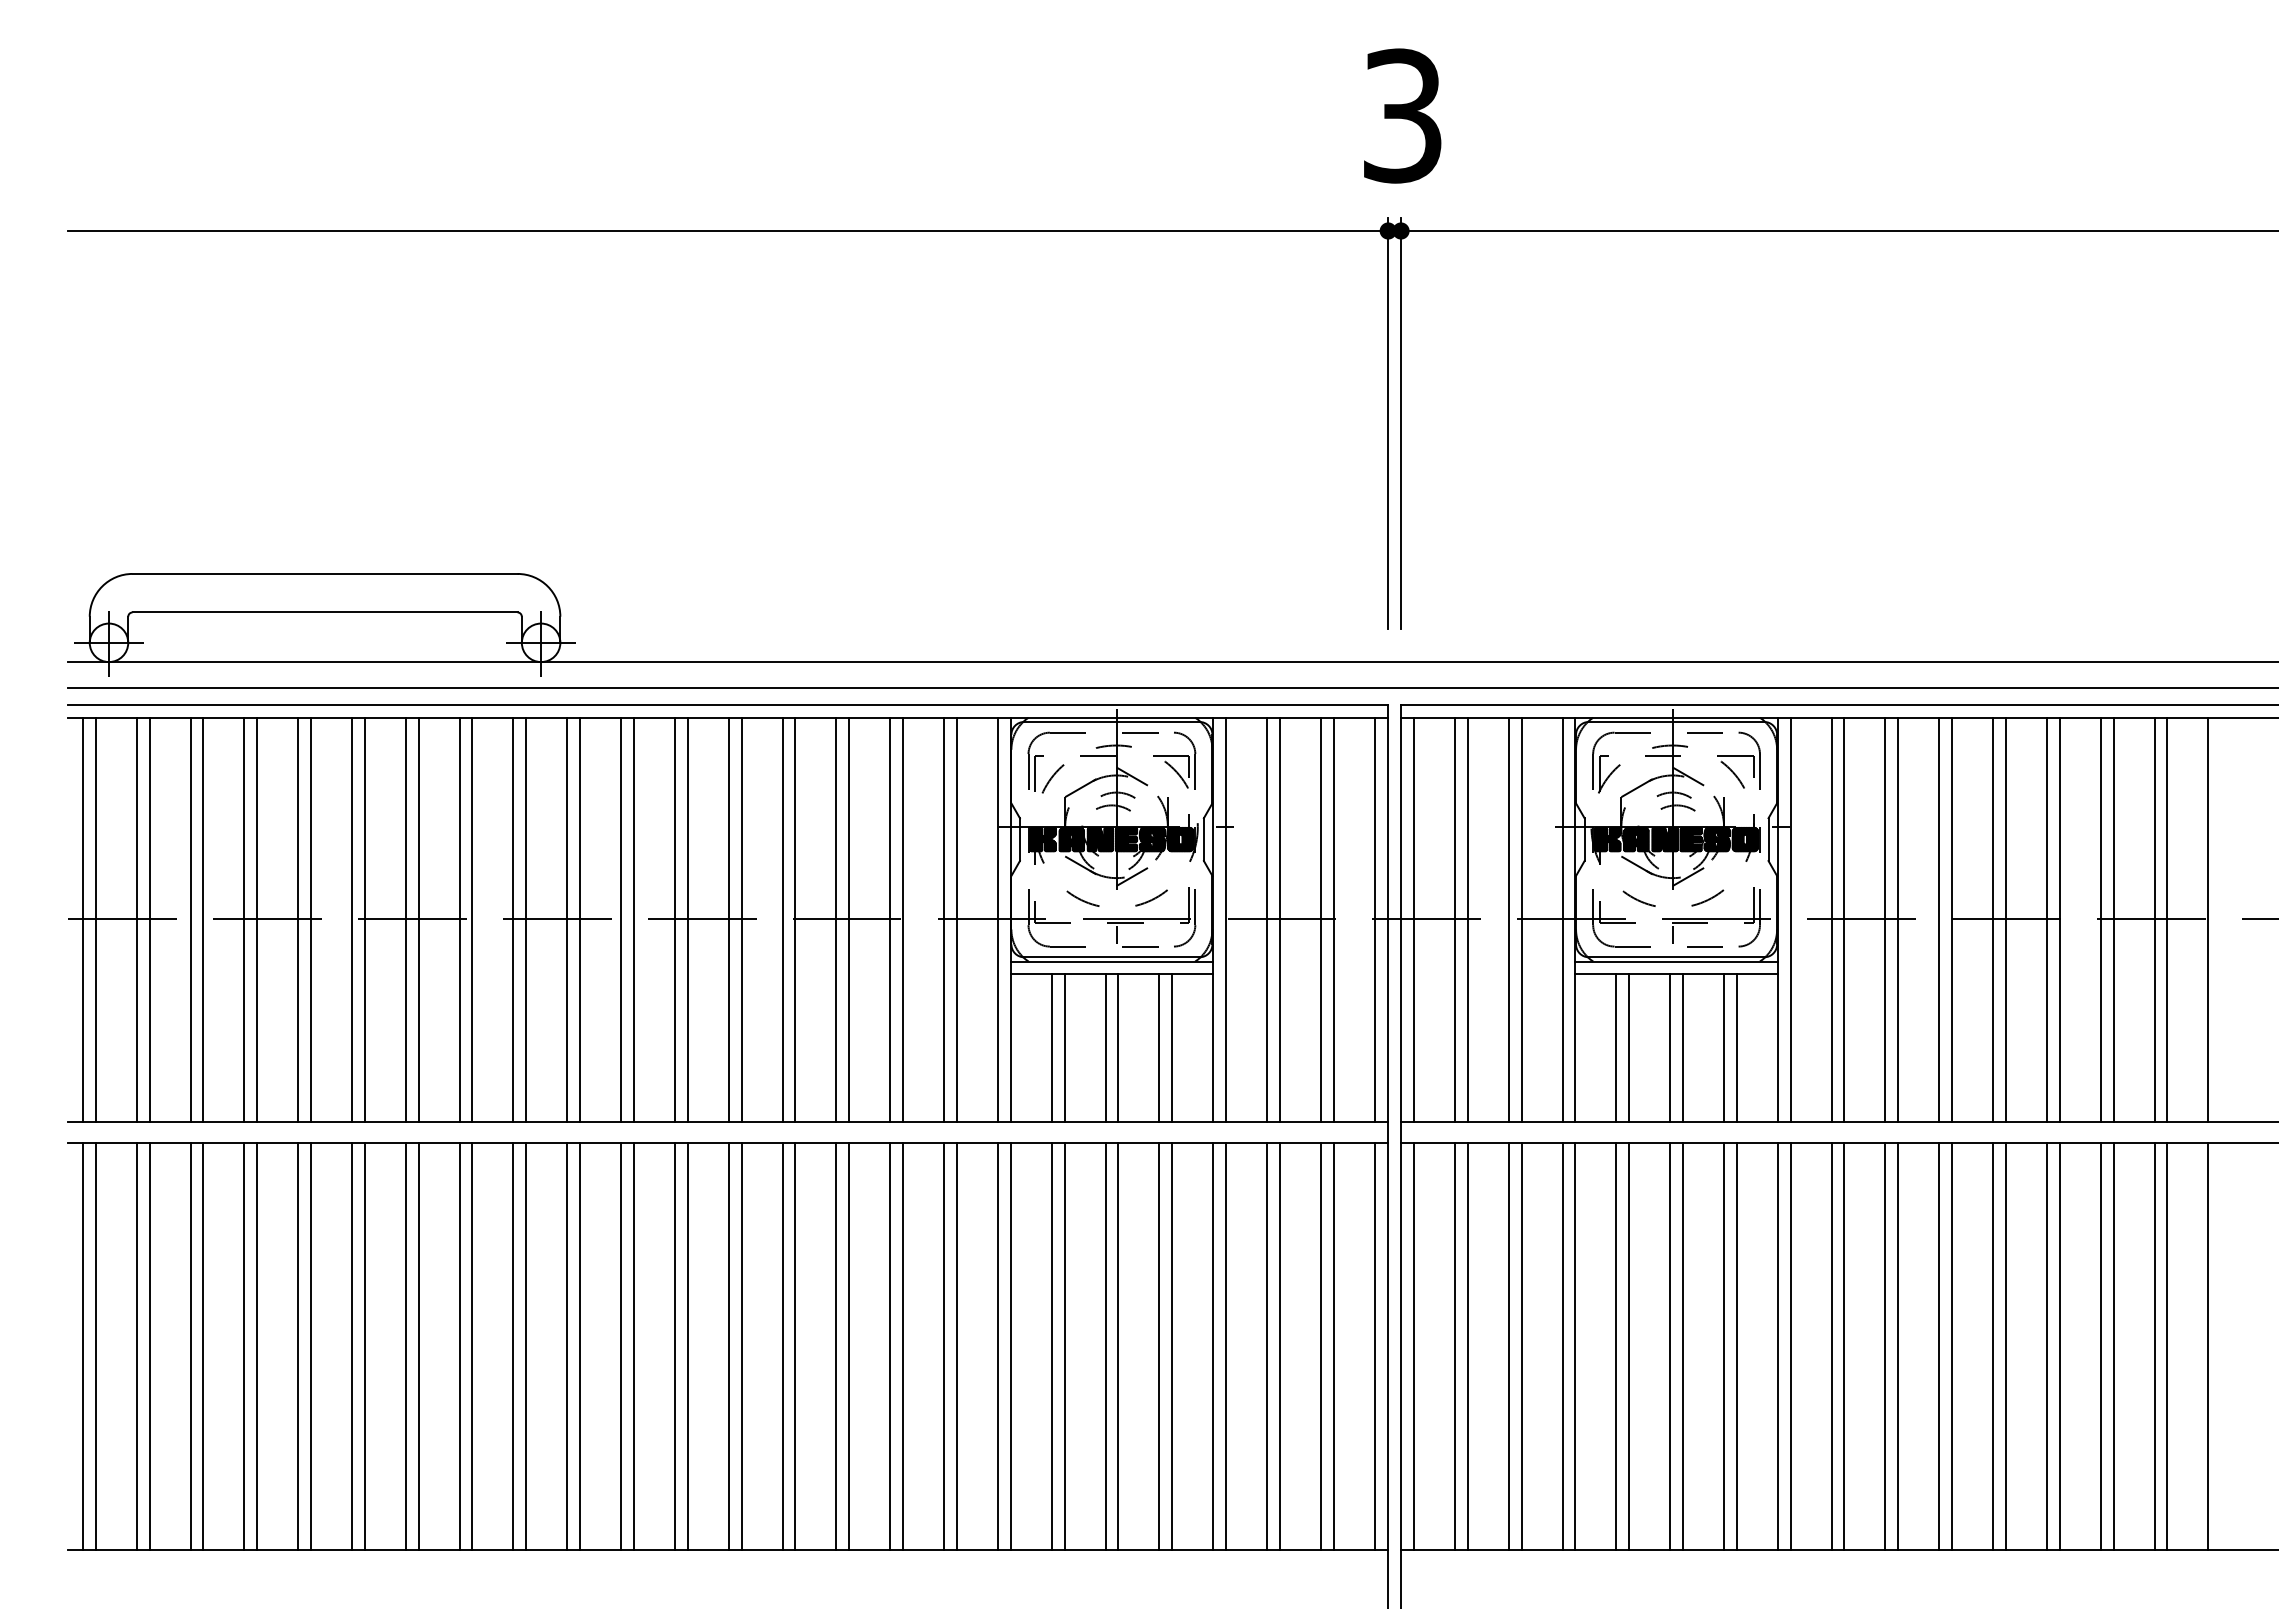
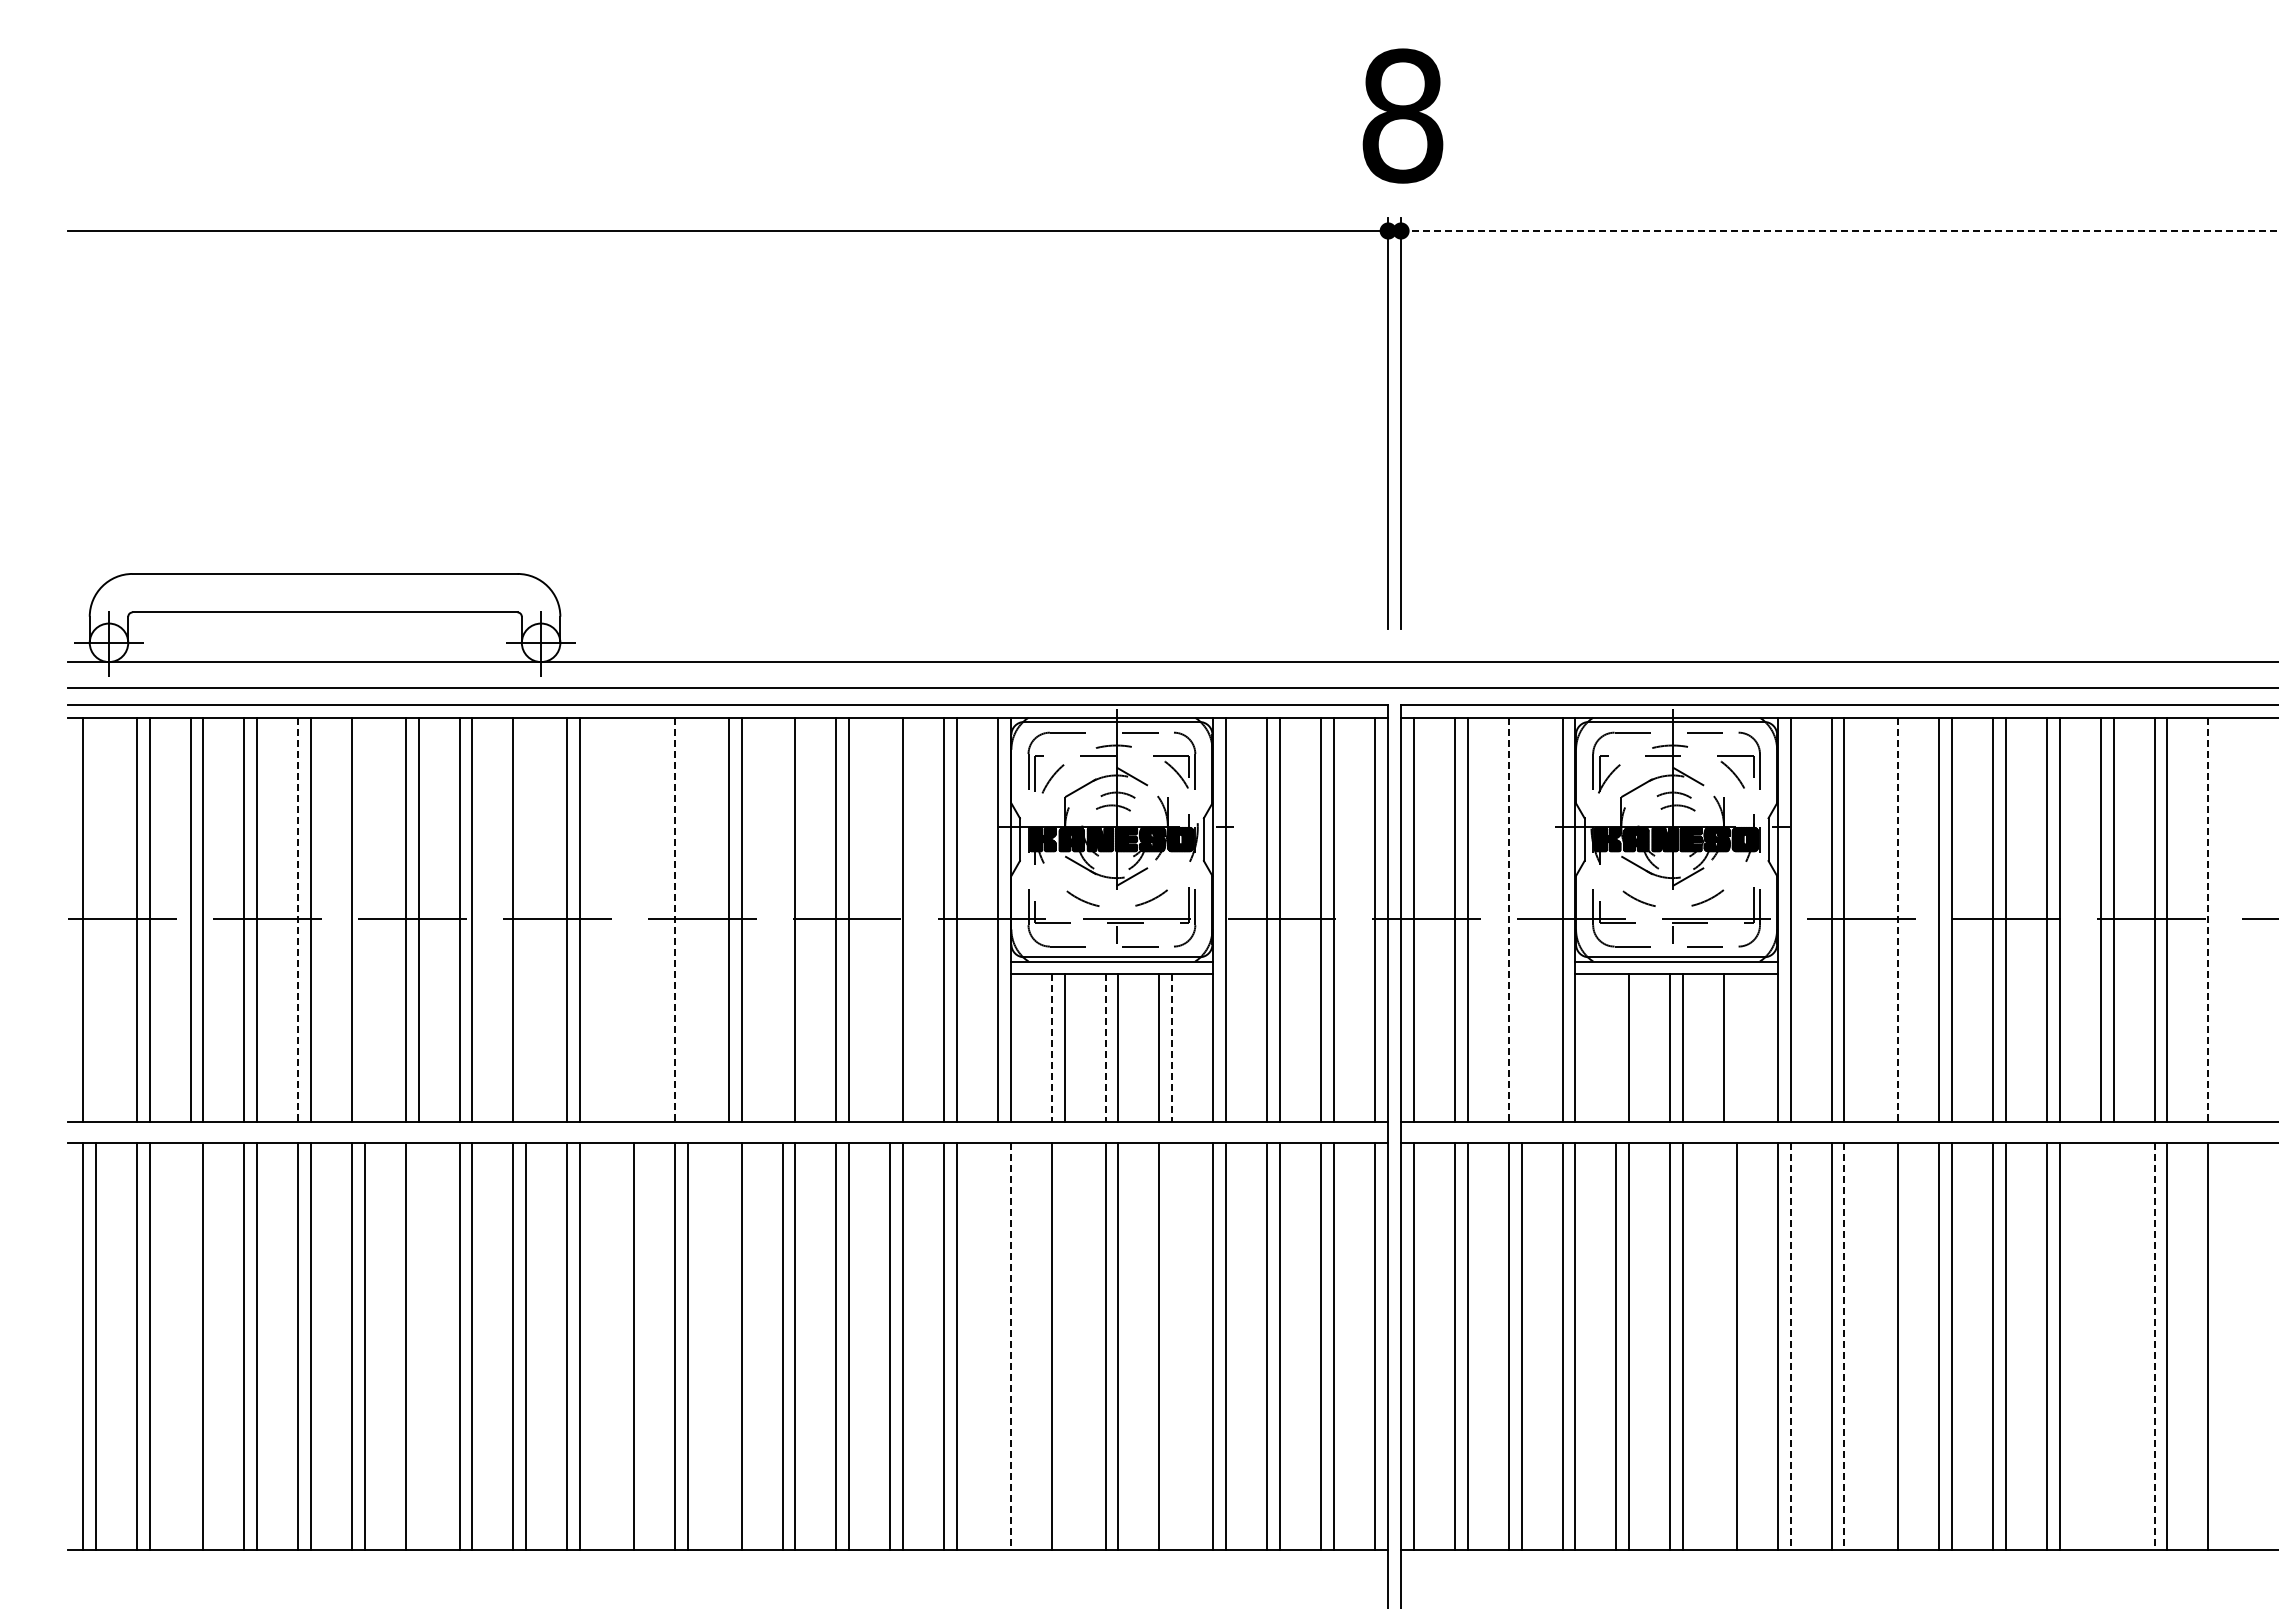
text at (1402, 115): 3 -> 8
line at (1840, 231): solid -> dashed
line at (95, 919): present -> none
line at (364, 919): present -> none
line at (526, 919): present -> none
line at (621, 919): present -> none
line at (633, 919): present -> none
line at (687, 919): present -> none
line at (782, 919): present -> none
line at (890, 919): present -> none
line at (1521, 919): present -> none
line at (1885, 919): present -> none
line at (298, 920): solid -> dashed
line at (674, 920): solid -> dashed
line at (1508, 920): solid -> dashed
line at (1898, 920): solid -> dashed
line at (2208, 920): solid -> dashed
line at (1051, 1048): solid -> dashed
line at (1105, 1048): solid -> dashed
line at (1172, 1048): solid -> dashed
line at (1616, 1048): present -> none
line at (1736, 1048): present -> none
line at (190, 1346): present -> none
line at (418, 1346): present -> none
line at (621, 1346): present -> none
line at (728, 1346): present -> none
line at (997, 1346): present -> none
line at (1064, 1346): present -> none
line at (1172, 1346): present -> none
line at (1723, 1346): present -> none
line at (1885, 1346): present -> none
line at (2100, 1346): present -> none
line at (2113, 1346): present -> none
line at (1010, 1347): solid -> dashed
line at (1790, 1347): solid -> dashed
line at (1844, 1347): solid -> dashed
line at (2154, 1347): solid -> dashed
